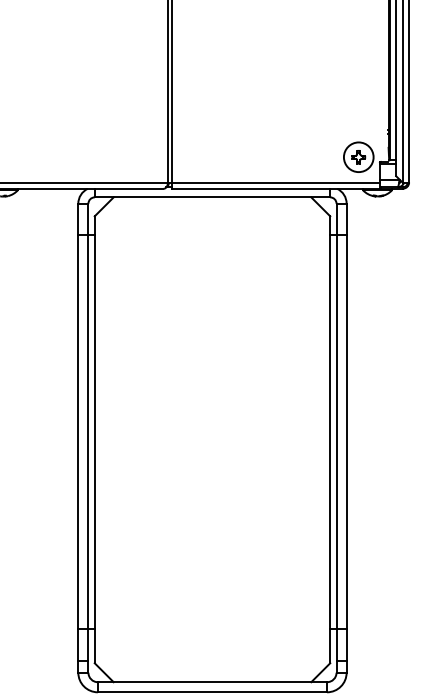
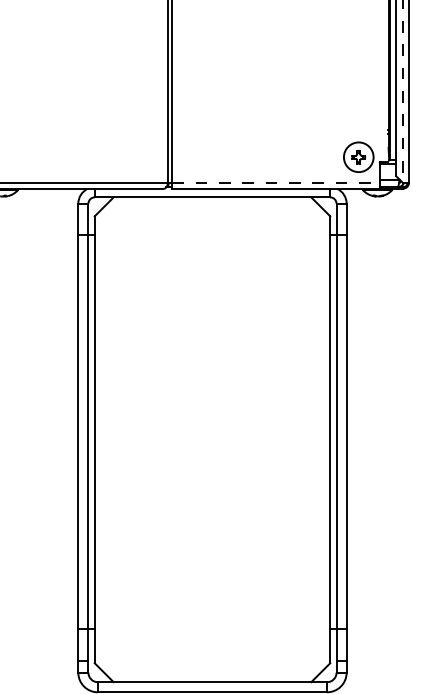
line at (402, 91): solid -> dashed
line at (276, 182): solid -> dashed
